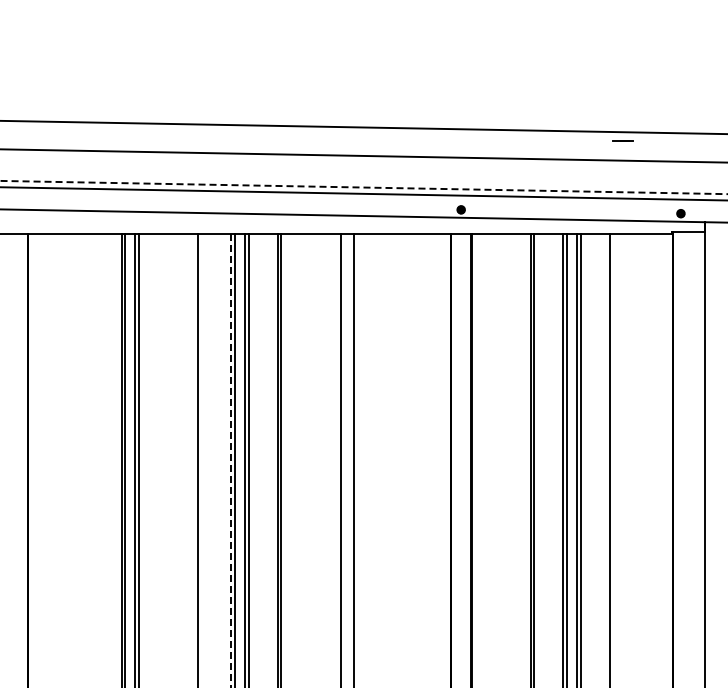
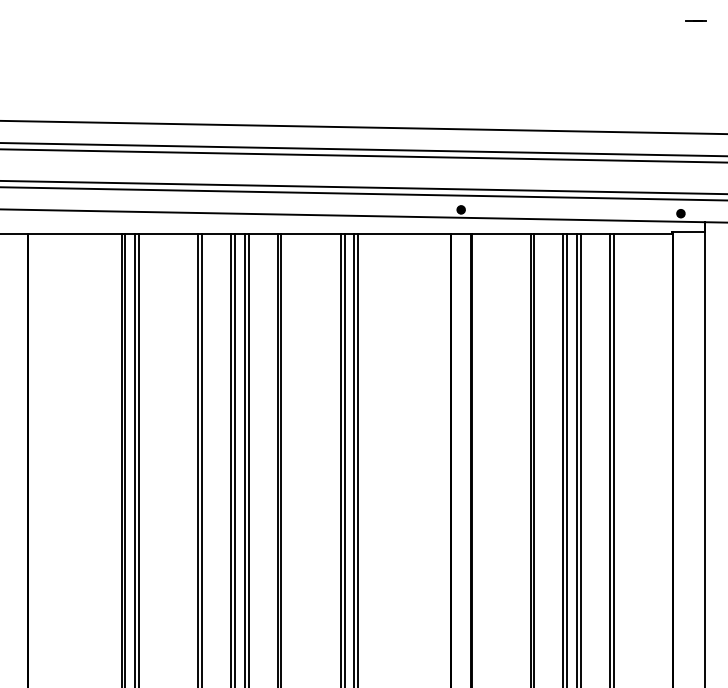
line at (622, 140) position: (622, 140) -> (695, 20)
line at (363, 149): none -> present
line at (364, 187): dashed -> solid
line at (201, 459): none -> present
line at (344, 459): none -> present
line at (357, 459): none -> present
line at (613, 459): none -> present
line at (230, 461): dashed -> solid
